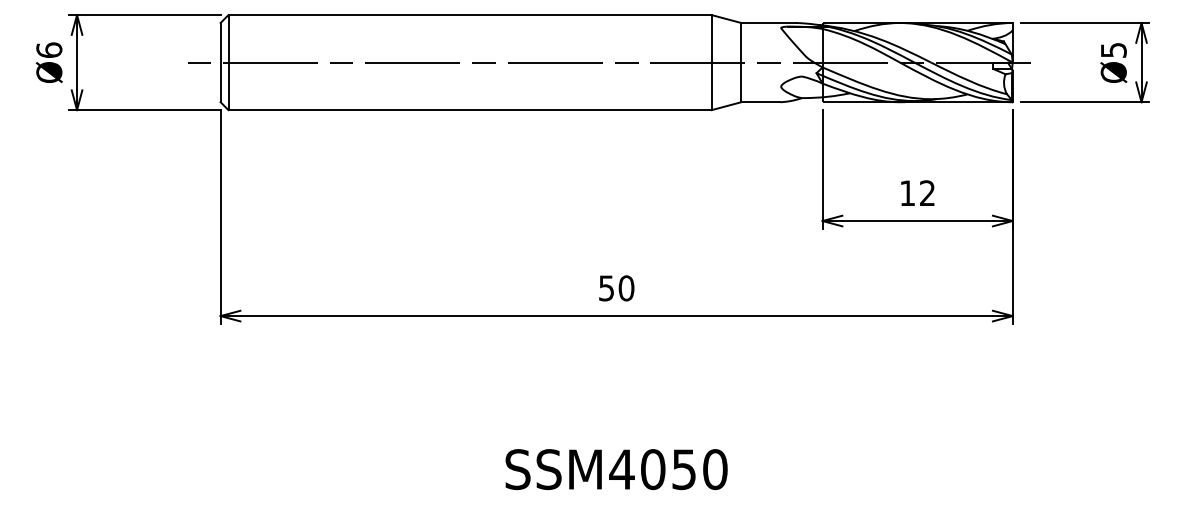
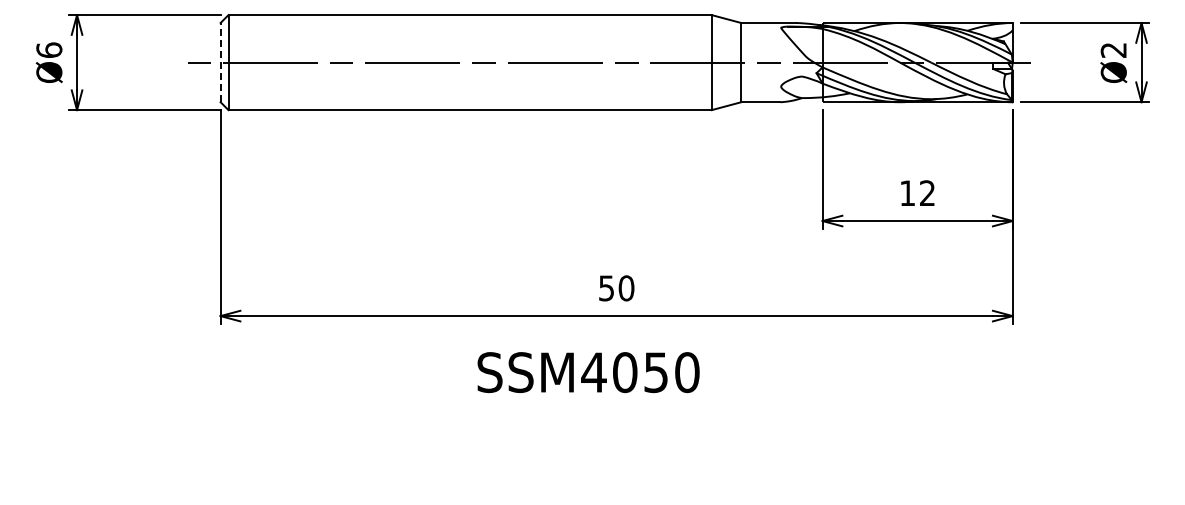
text at (1113, 50): Ø5 -> Ø2
line at (220, 62): solid -> dashed
text at (616, 469) position: (616, 469) -> (588, 372)
